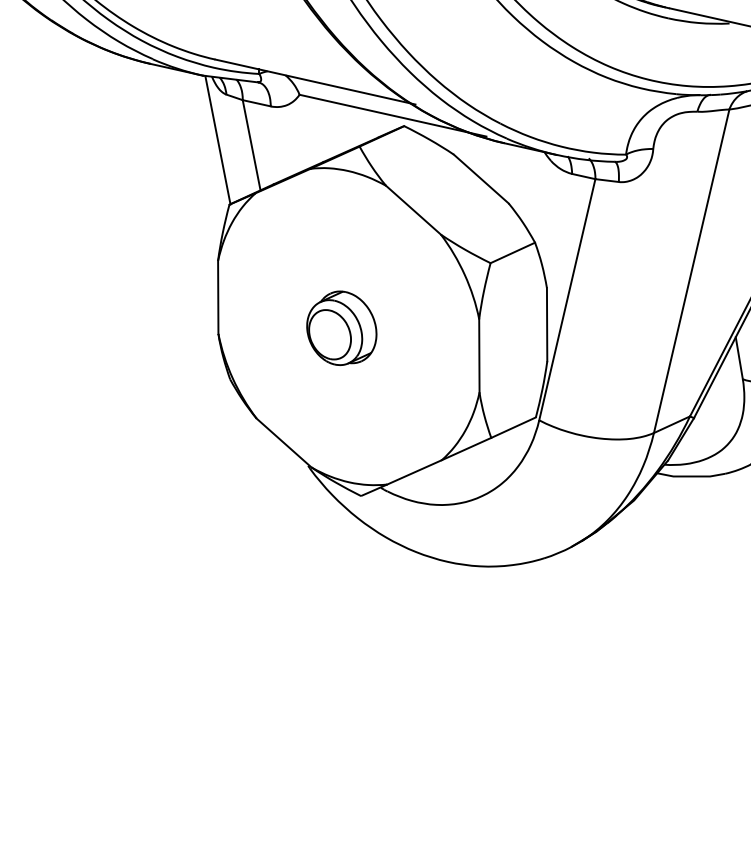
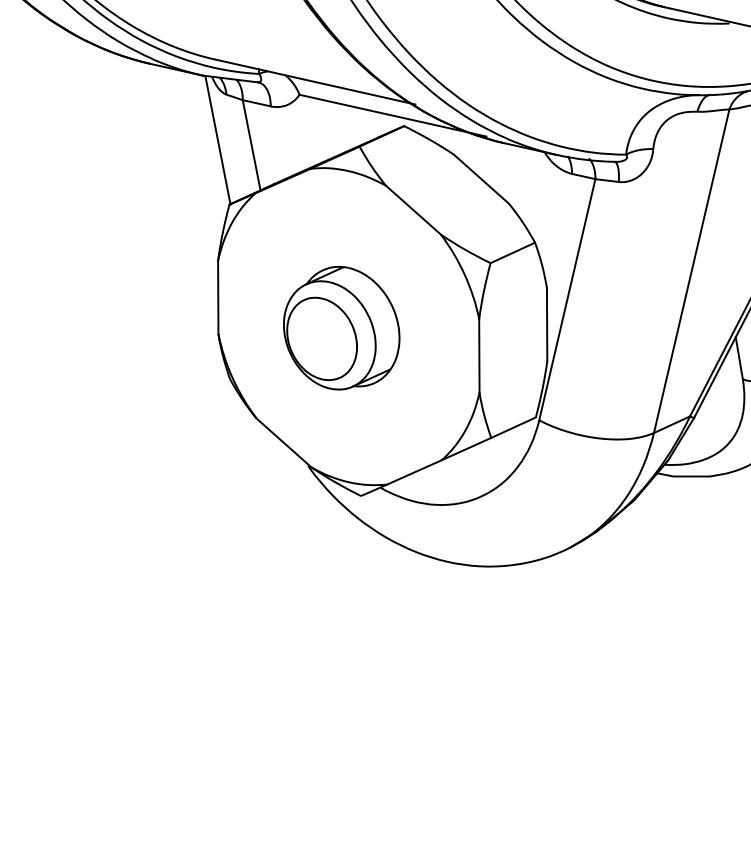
part at (341, 327) size: 72x76 px -> 118x125 px
